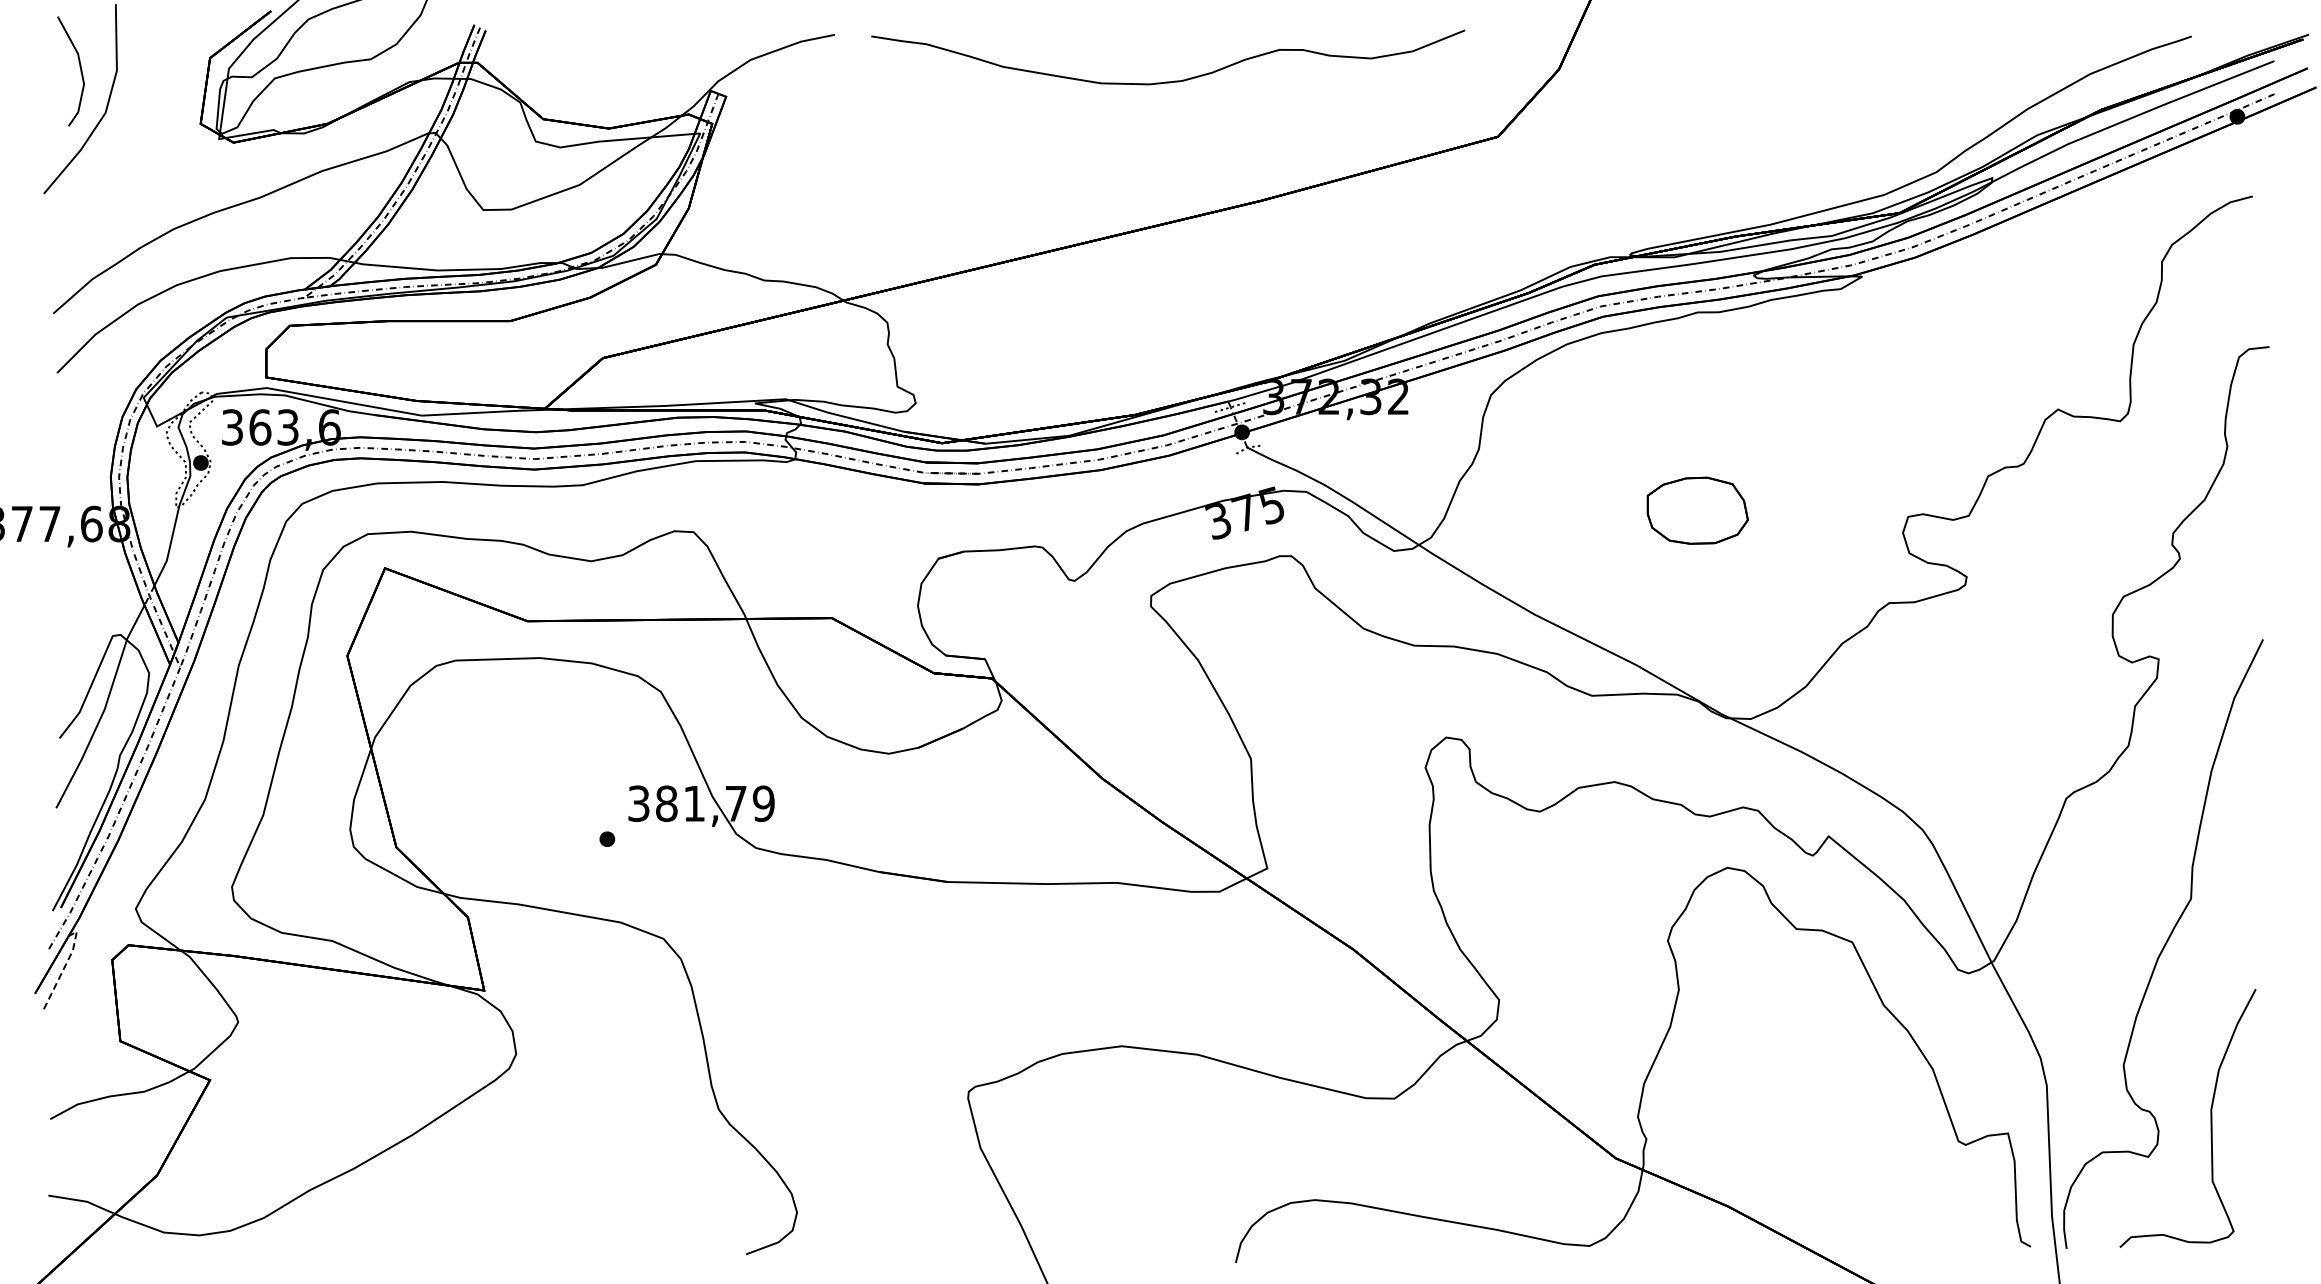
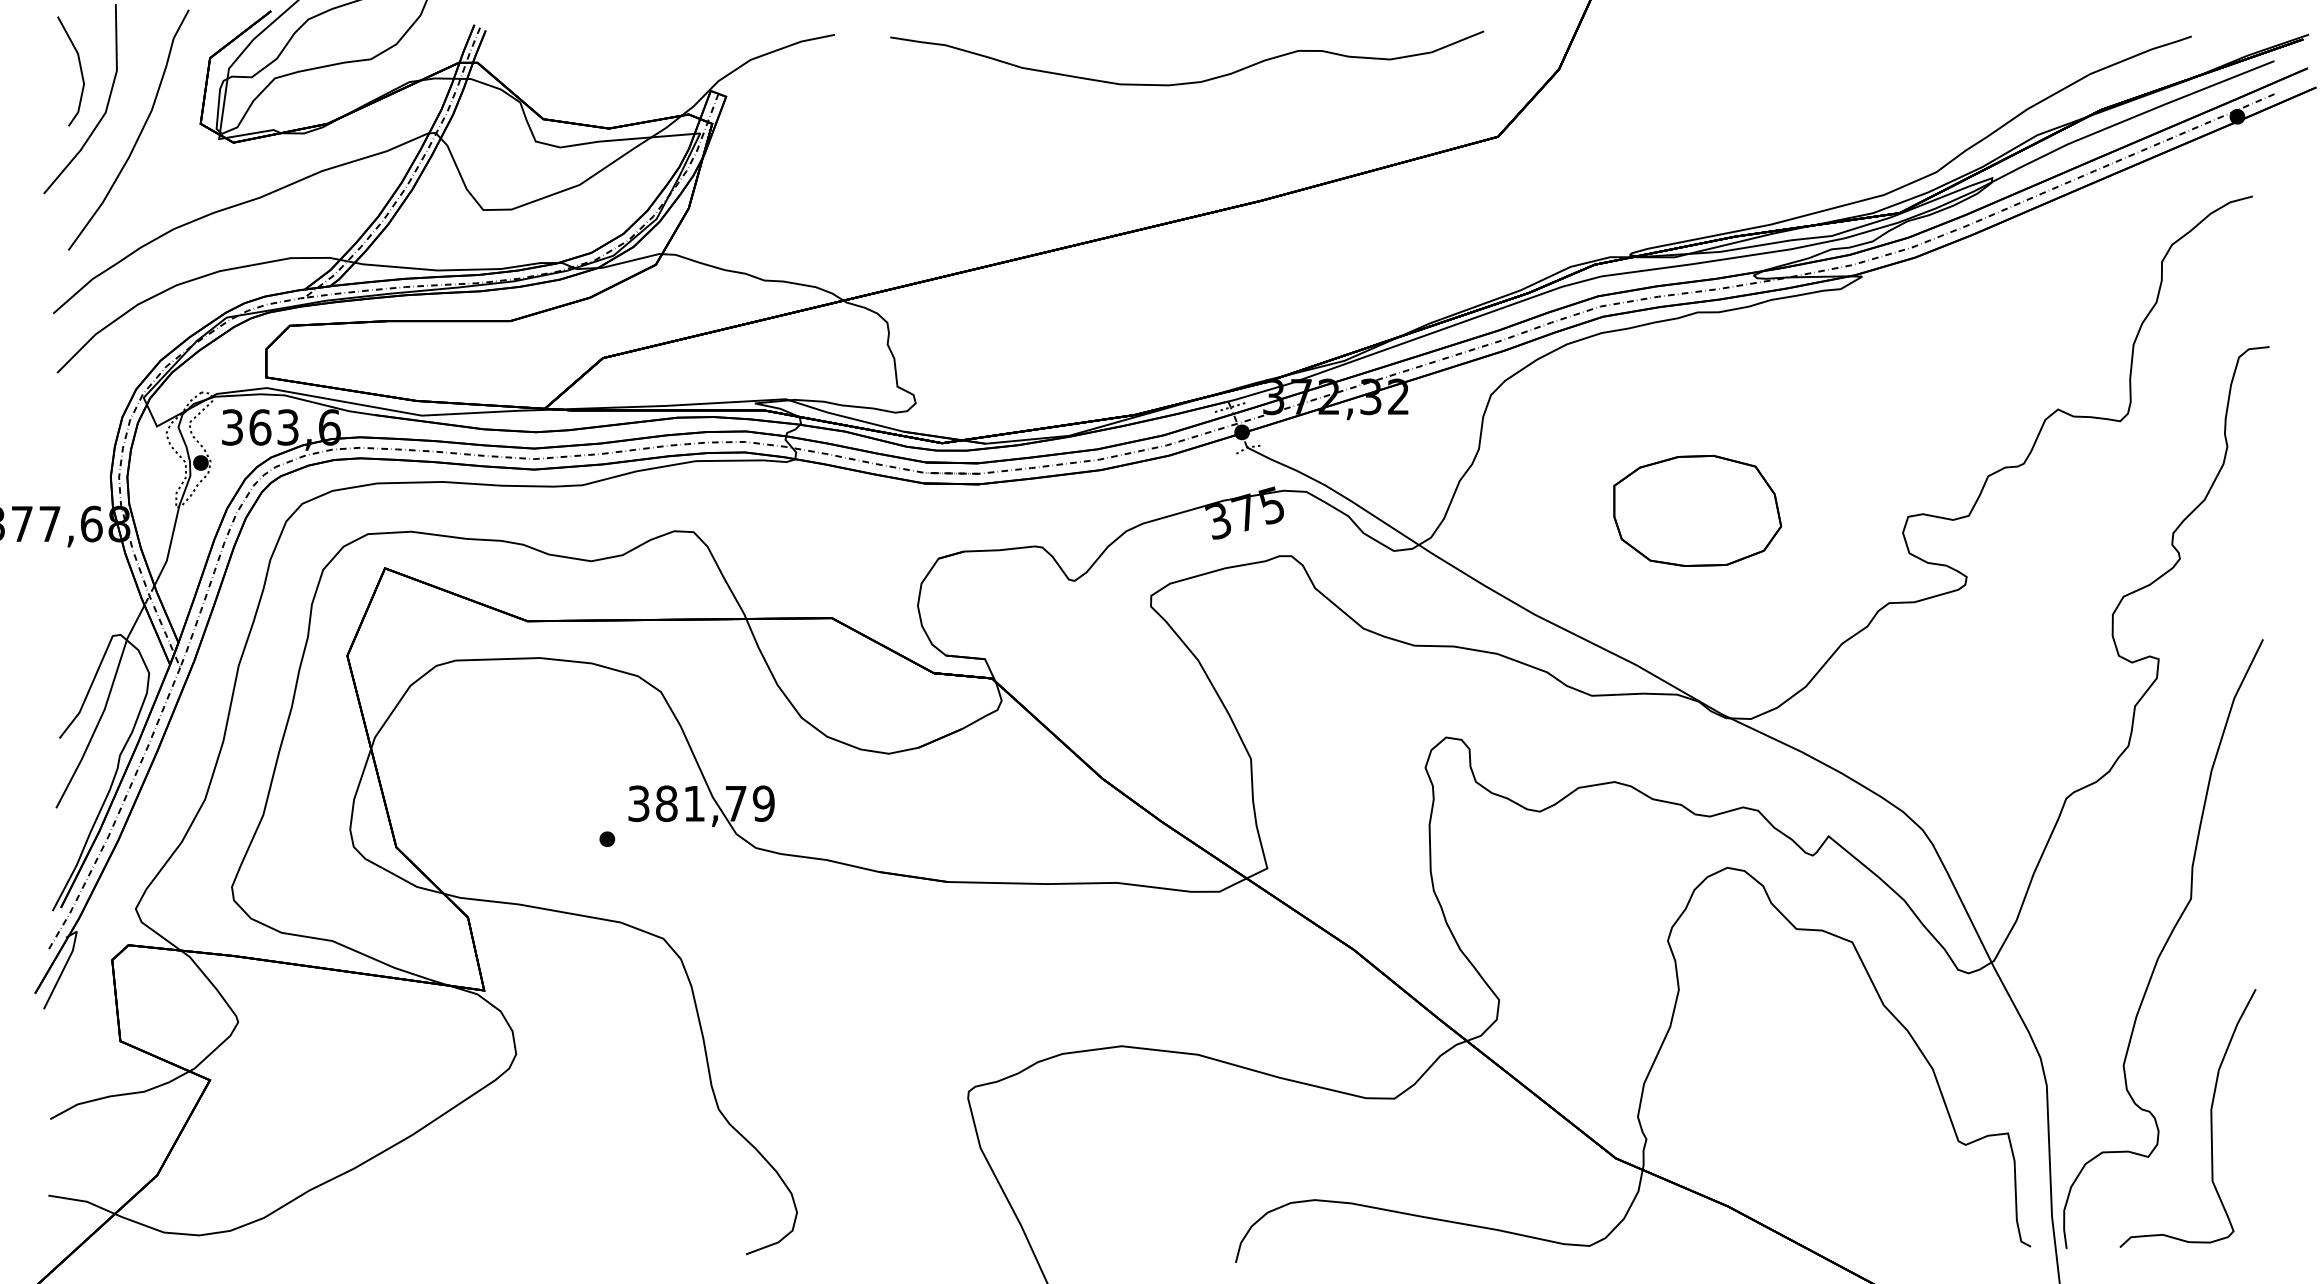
curve at (1174, 80) position: (1174, 80) -> (1193, 81)
curve at (138, 135): none -> present
part at (1697, 510) size: 103x69 px -> 170x113 px
line at (66, 964): dashed -> solid
